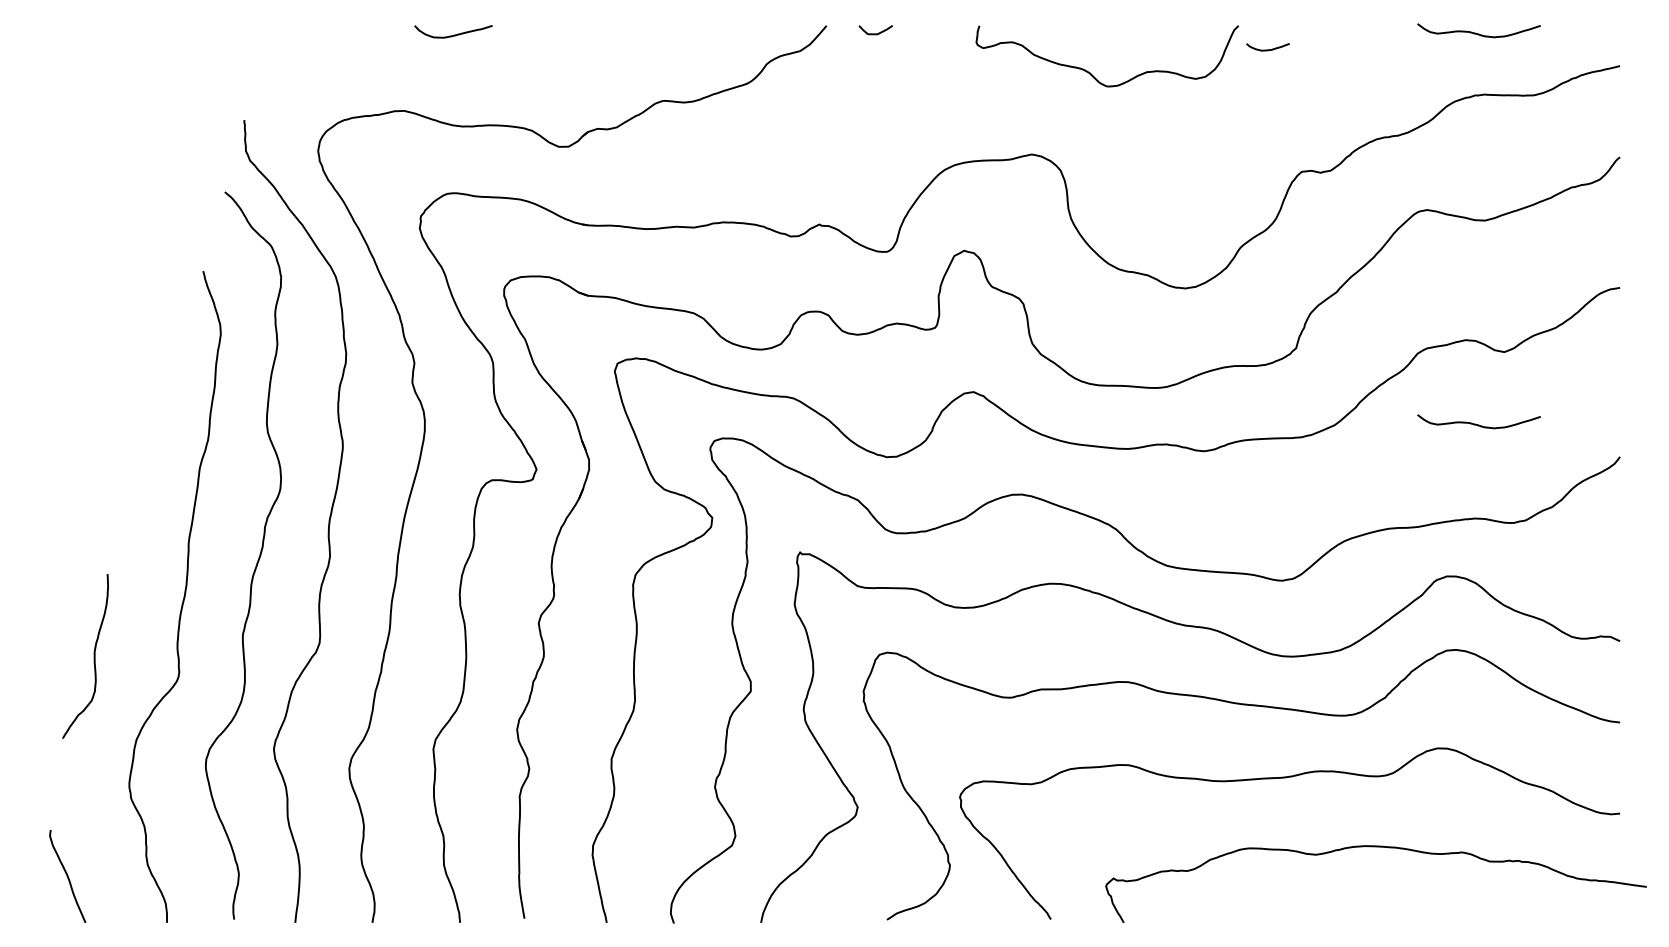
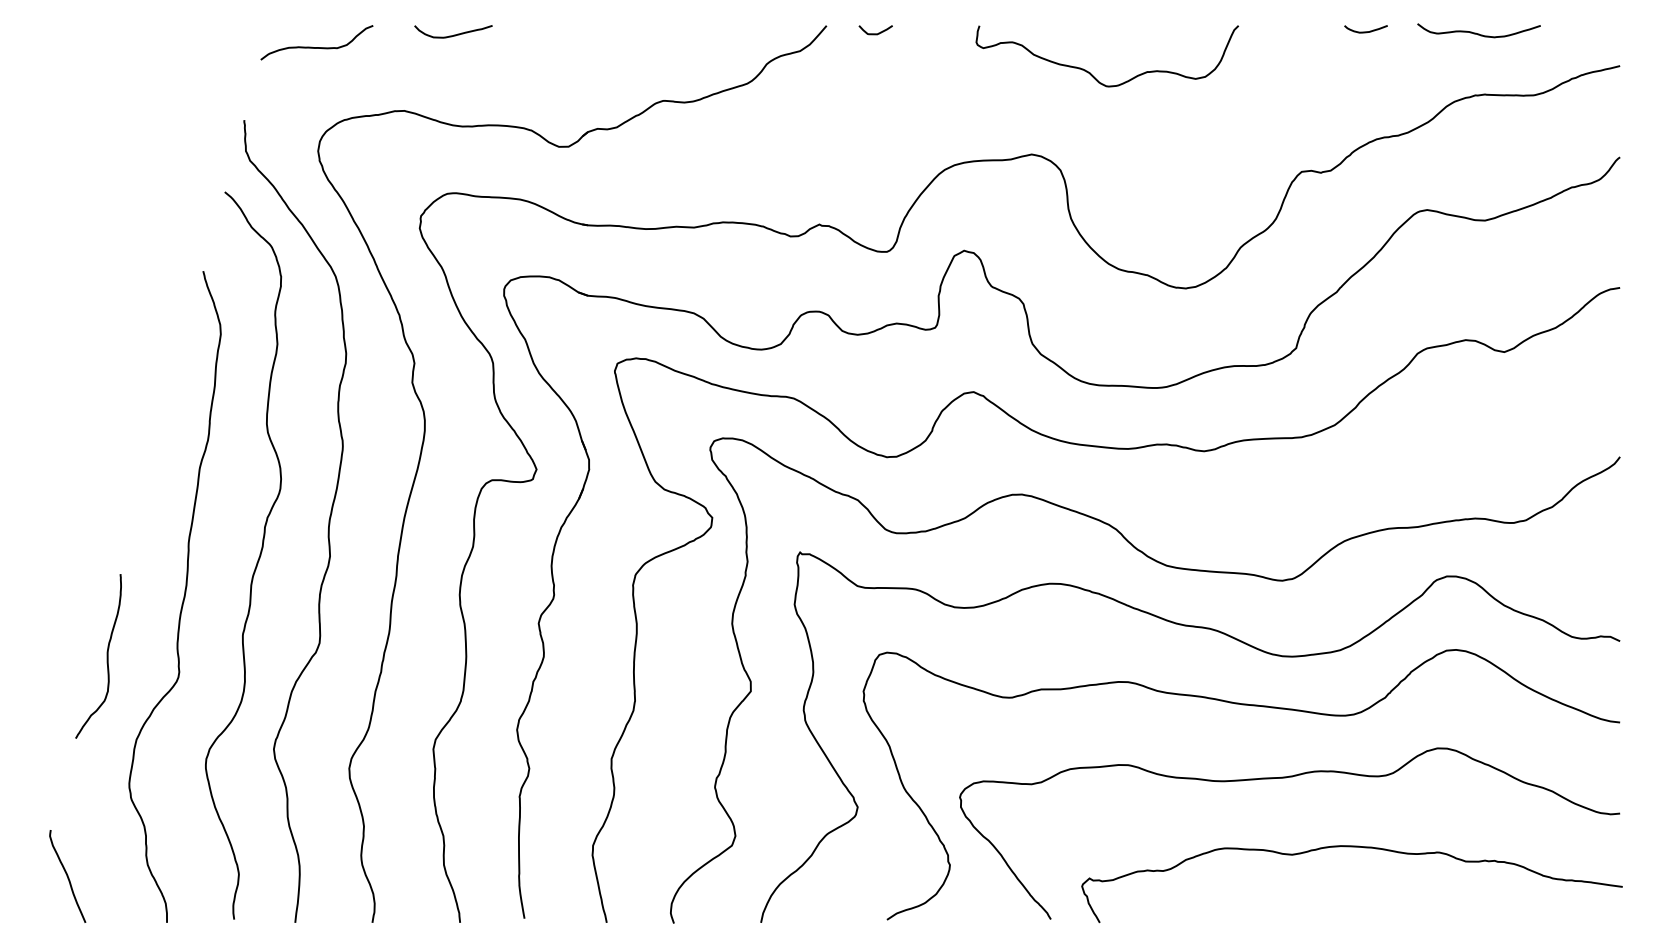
curve at (316, 47): none -> present
curve at (1267, 49) position: (1267, 49) -> (1365, 31)
curve at (1478, 424): present -> none
curve at (93, 656) position: (93, 656) -> (106, 656)
curve at (1375, 847) position: (1375, 847) -> (1351, 847)
